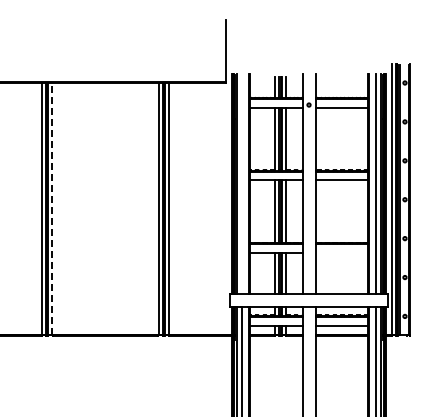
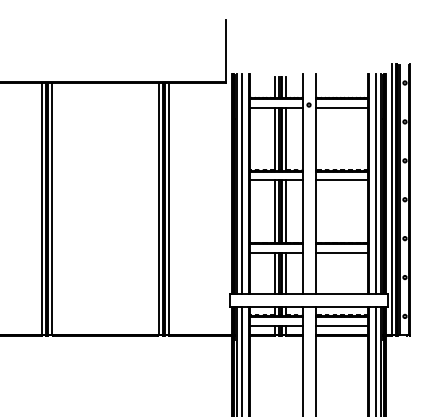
line at (241, 183): none -> present
line at (52, 209): dashed -> solid
line at (341, 252): none -> present
